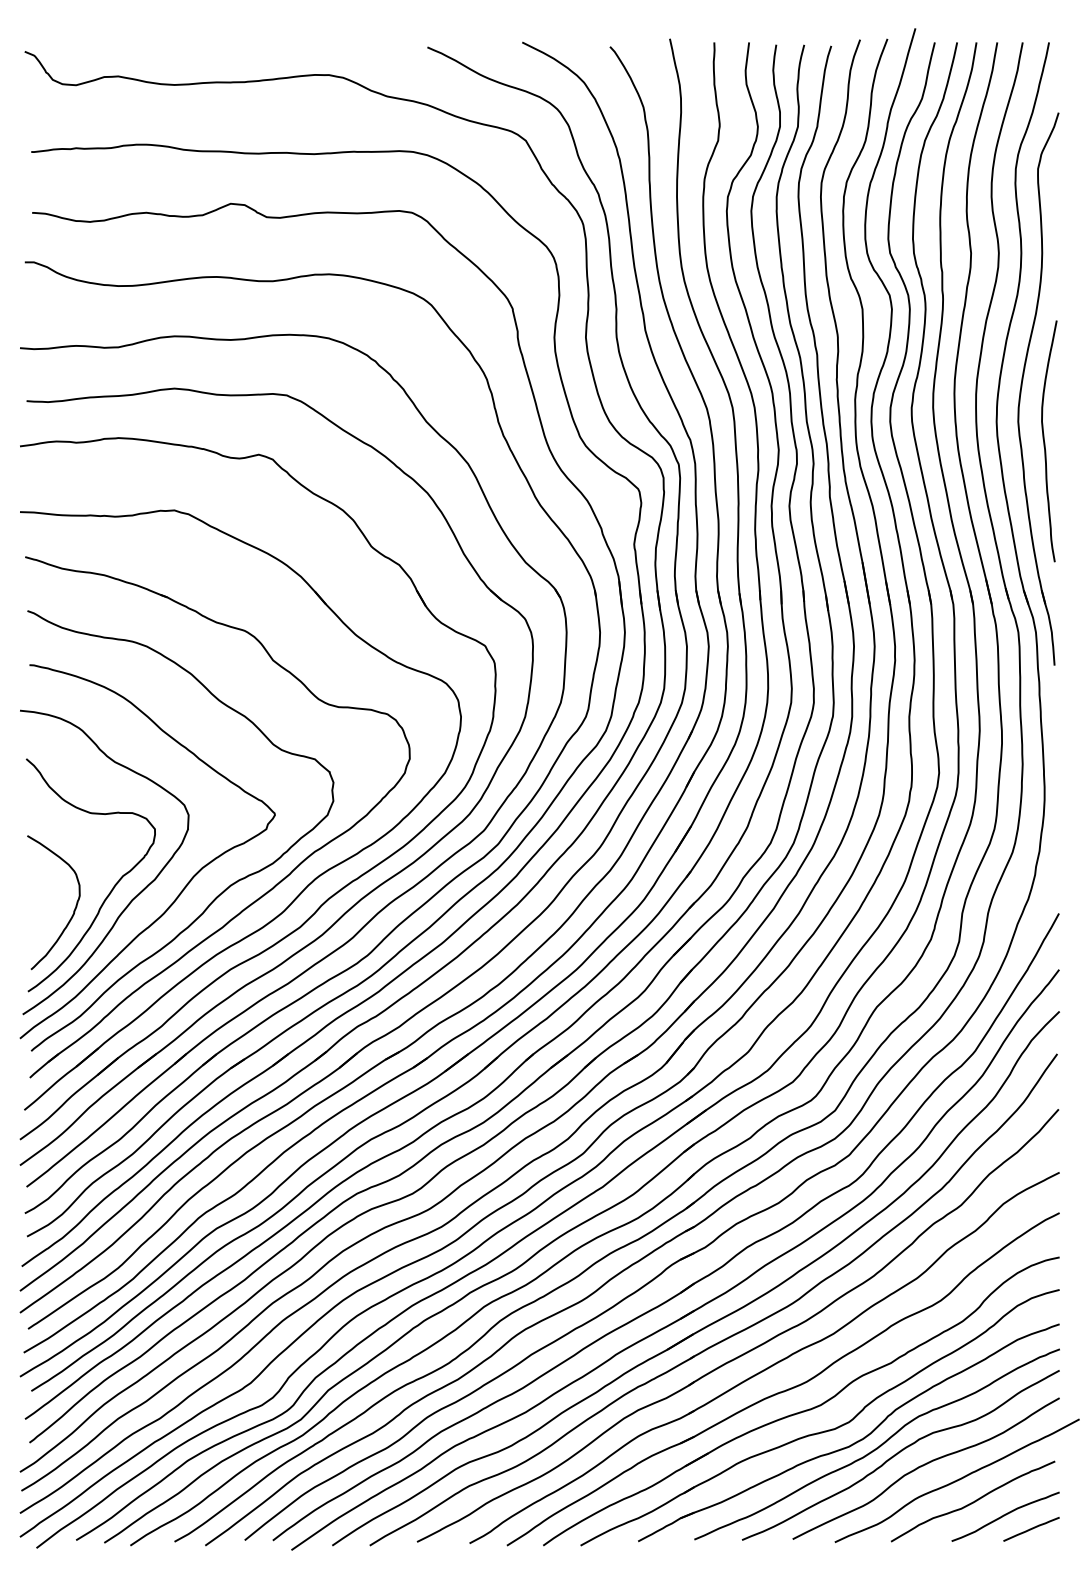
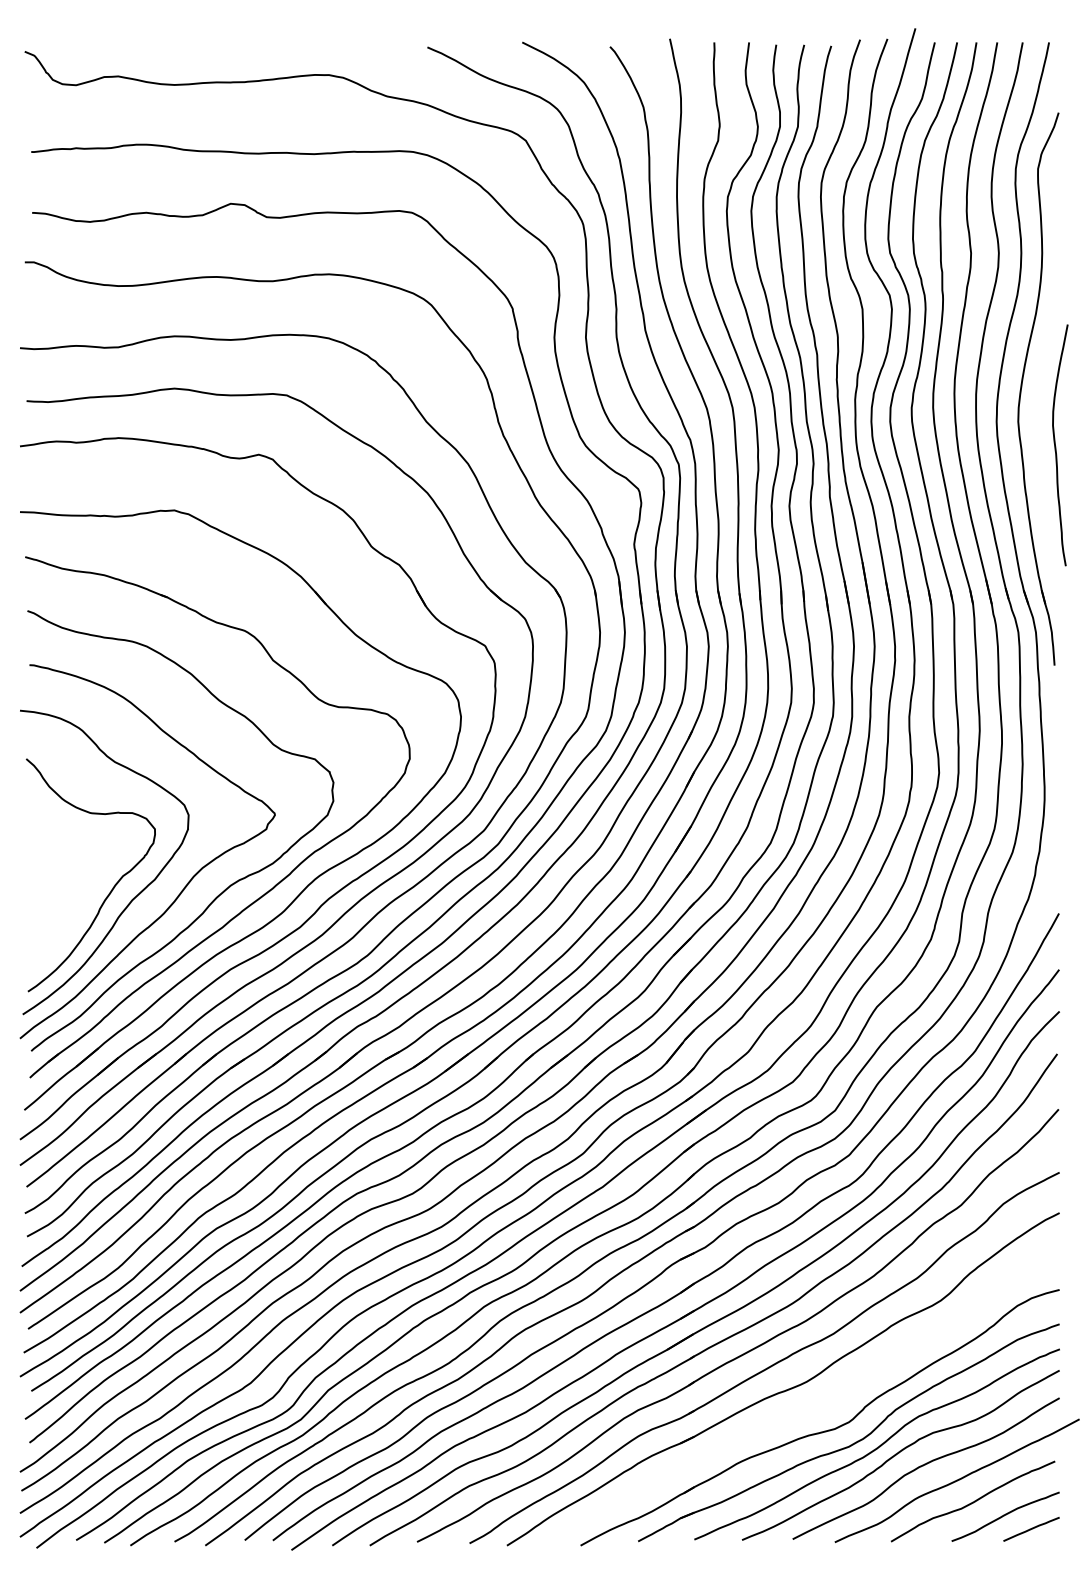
curve at (1045, 442) position: (1045, 442) -> (1056, 446)
curve at (73, 910): present -> none
part at (805, 1409): present -> none
